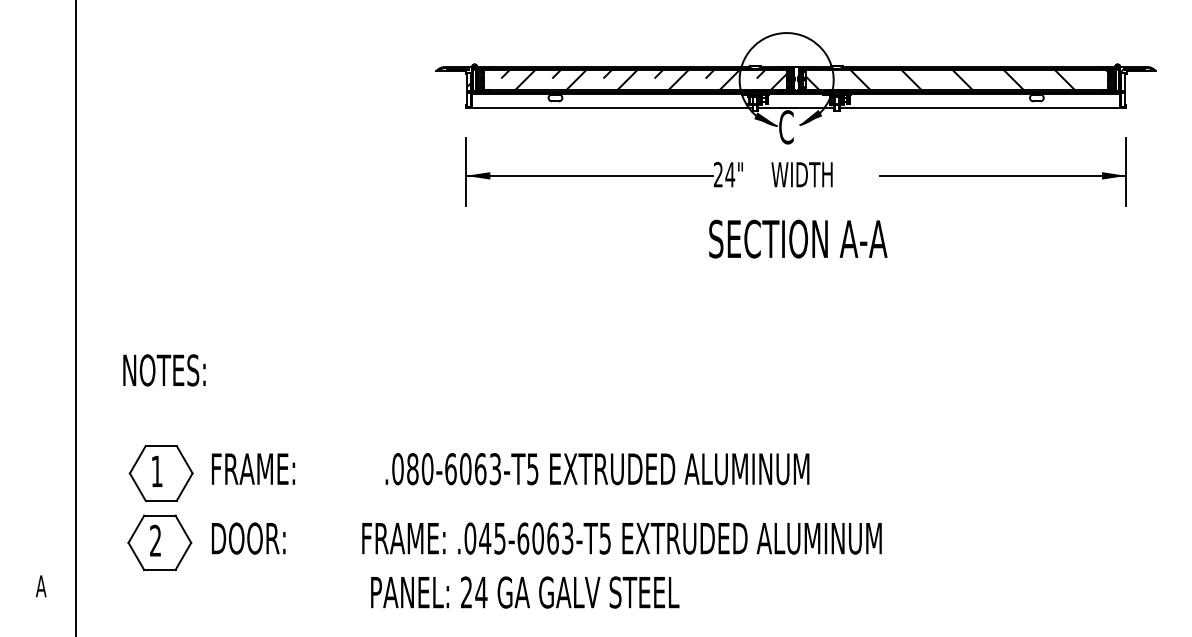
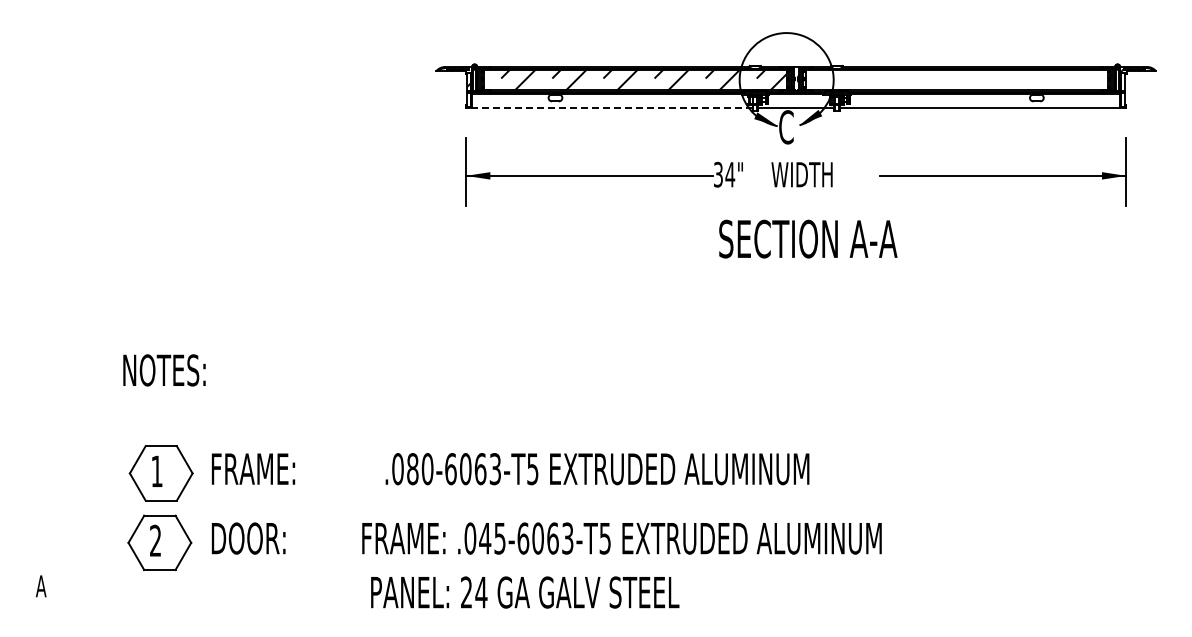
hatch at (956, 79): present -> none
line at (611, 108): solid -> dashed
text at (718, 174): 24" -> 34"
text at (798, 238) position: (798, 238) -> (808, 238)
line at (76, 317): present -> none
